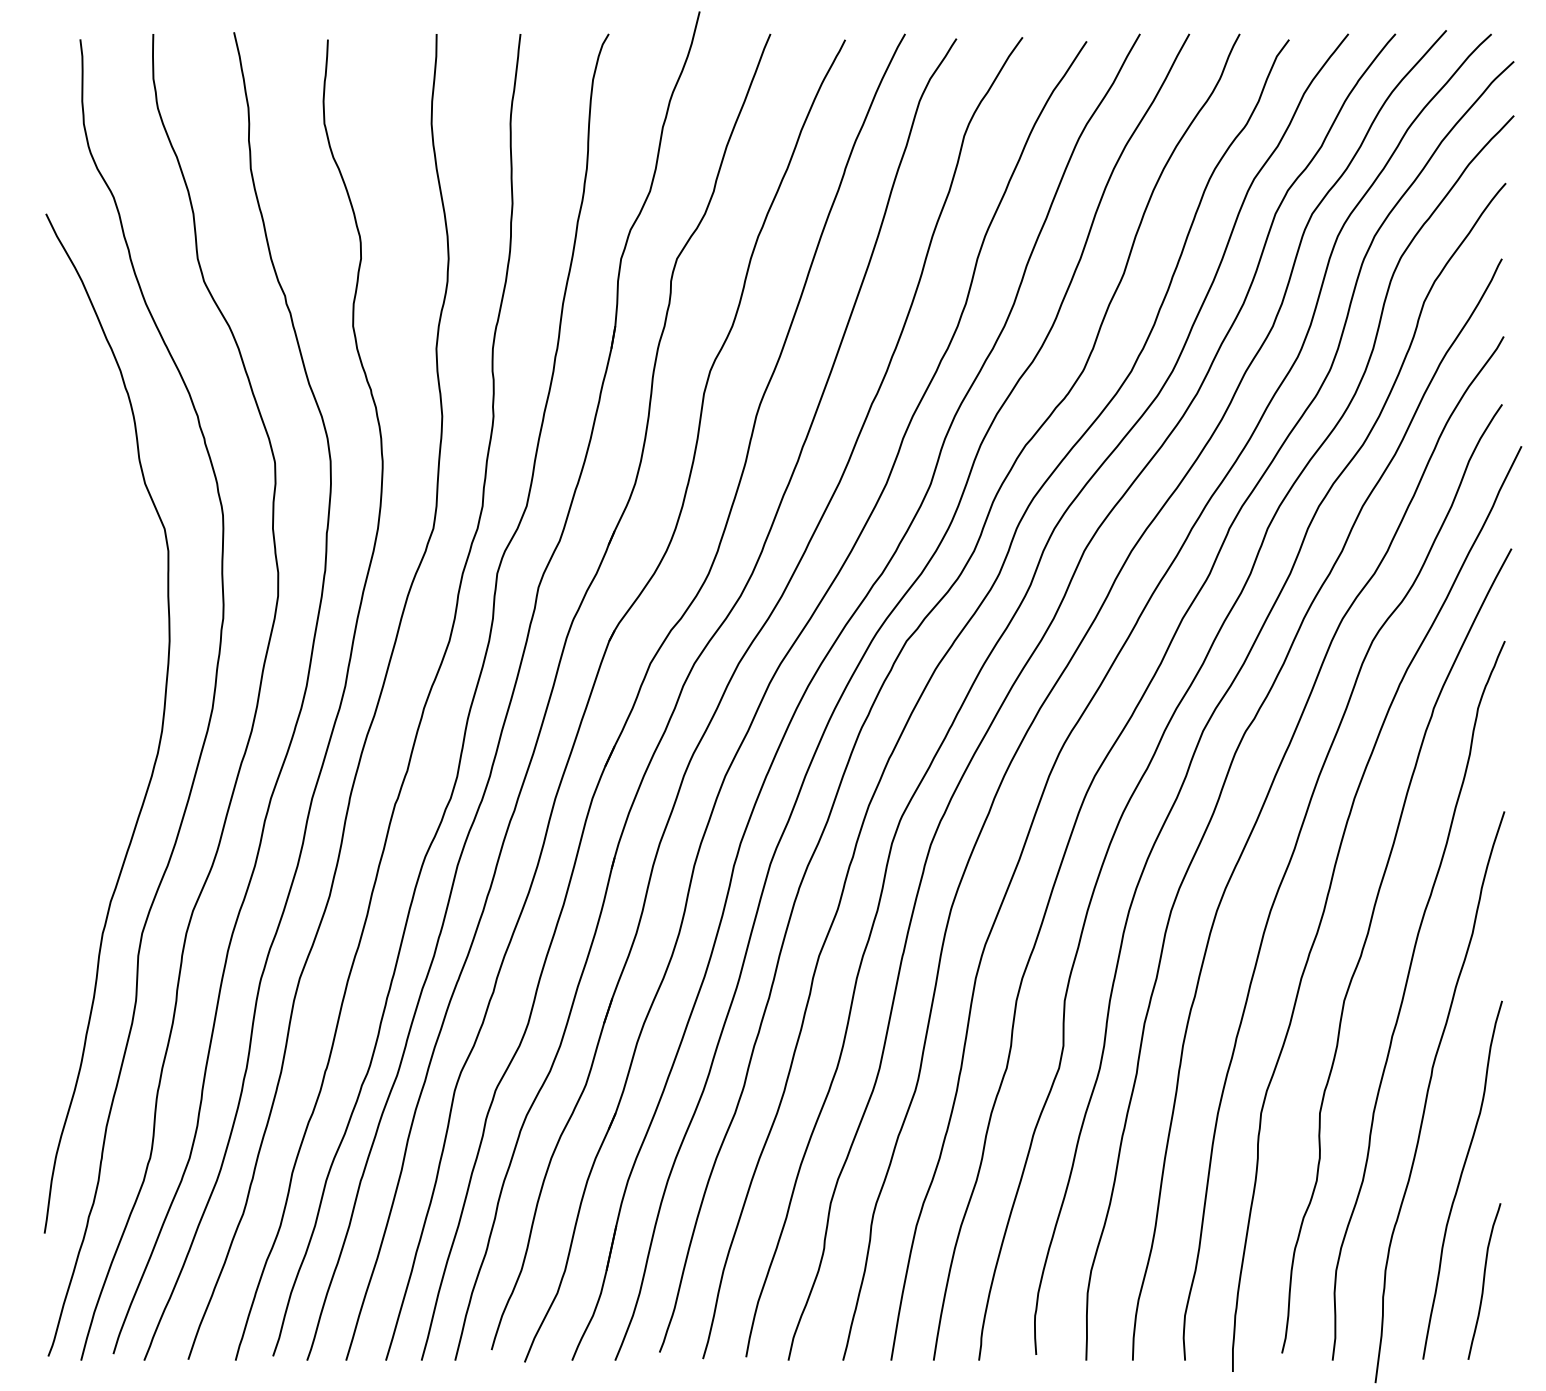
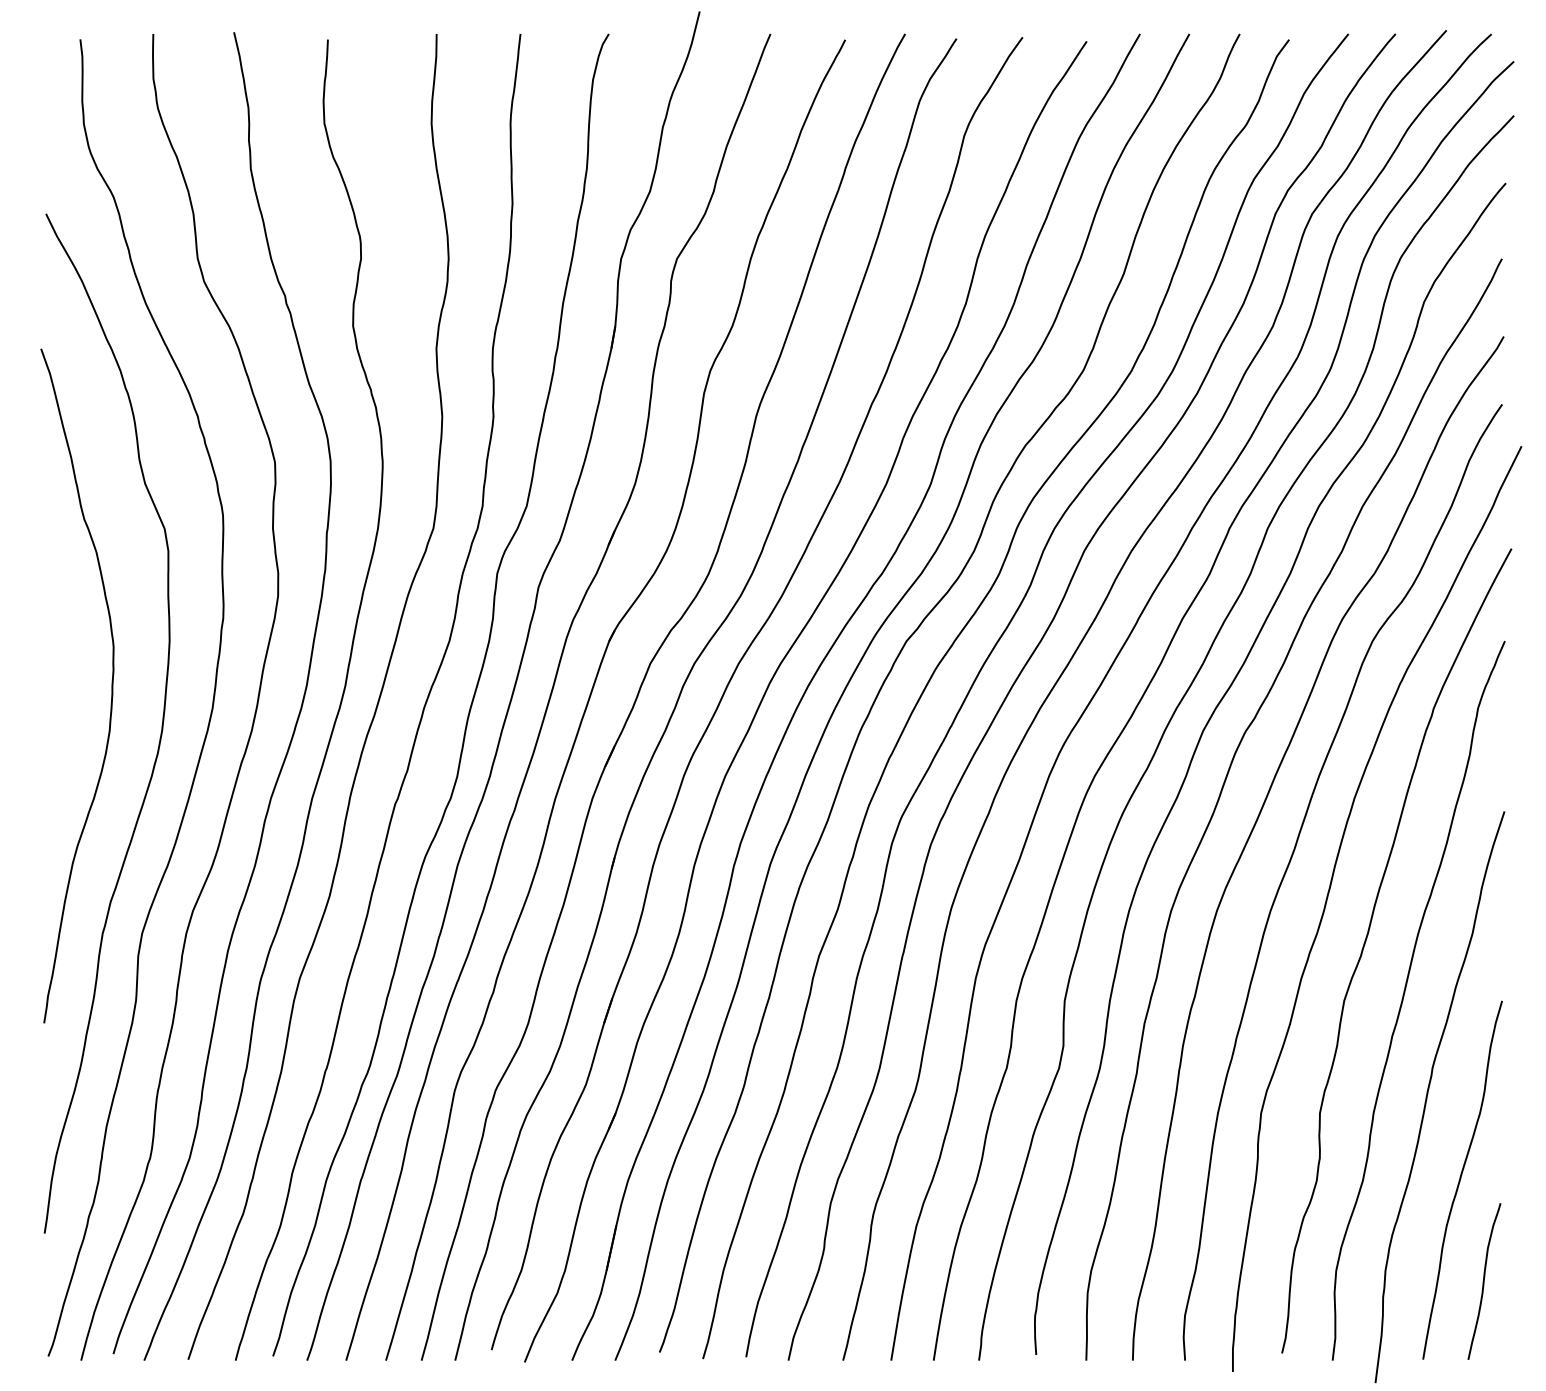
curve at (111, 685): none -> present
